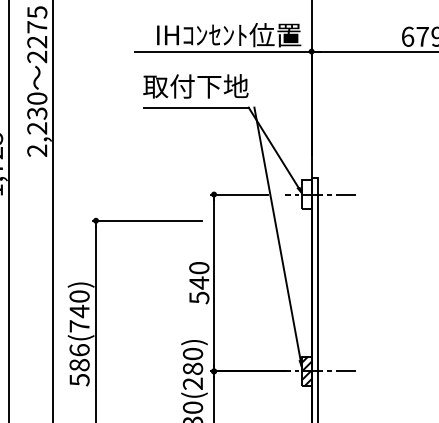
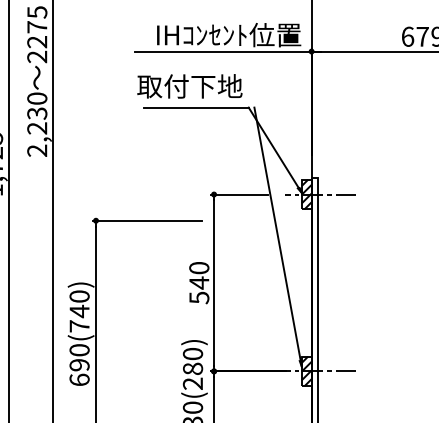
text at (195, 86) position: (195, 86) -> (189, 86)
hatch at (306, 194): none -> present
text at (79, 365): 586(740) -> 690(740)
